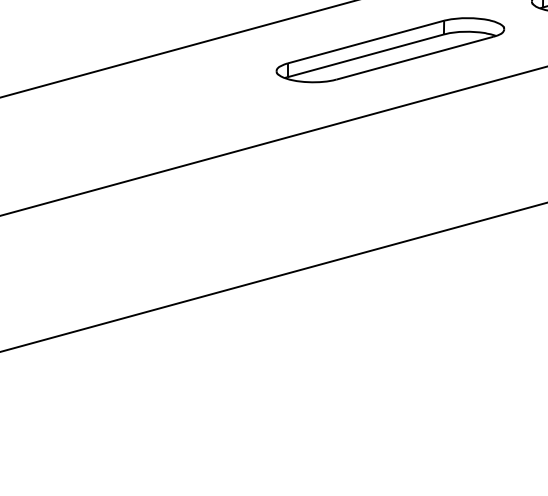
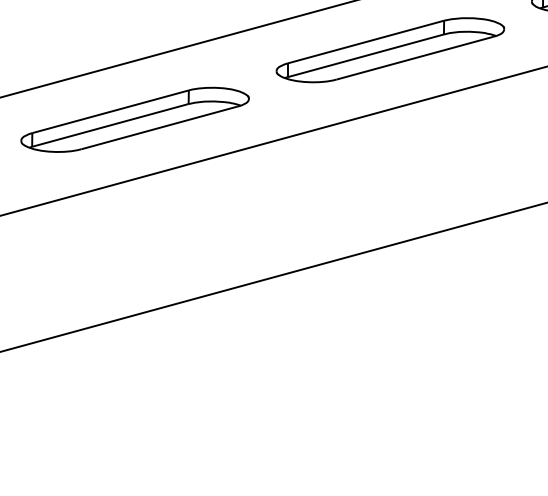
part at (134, 119): none -> present
